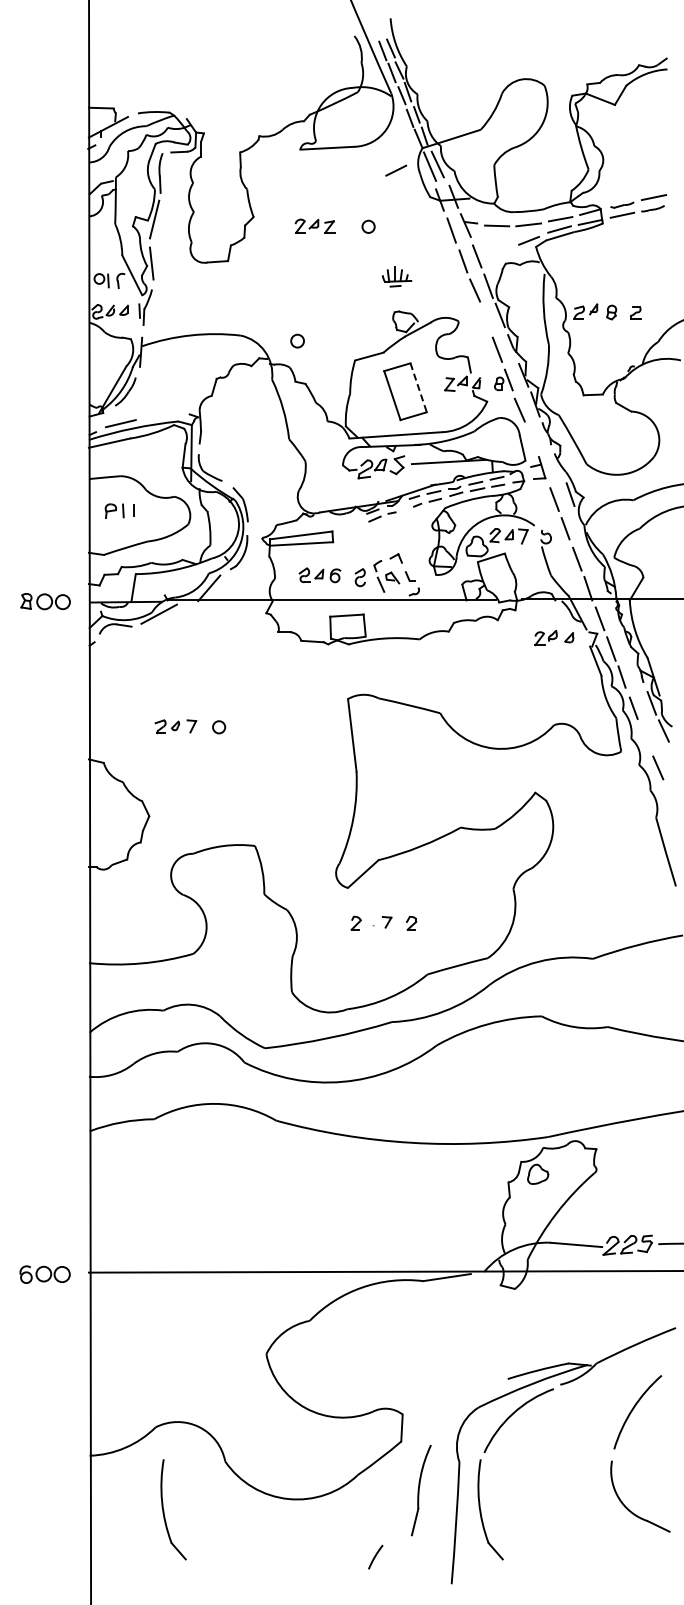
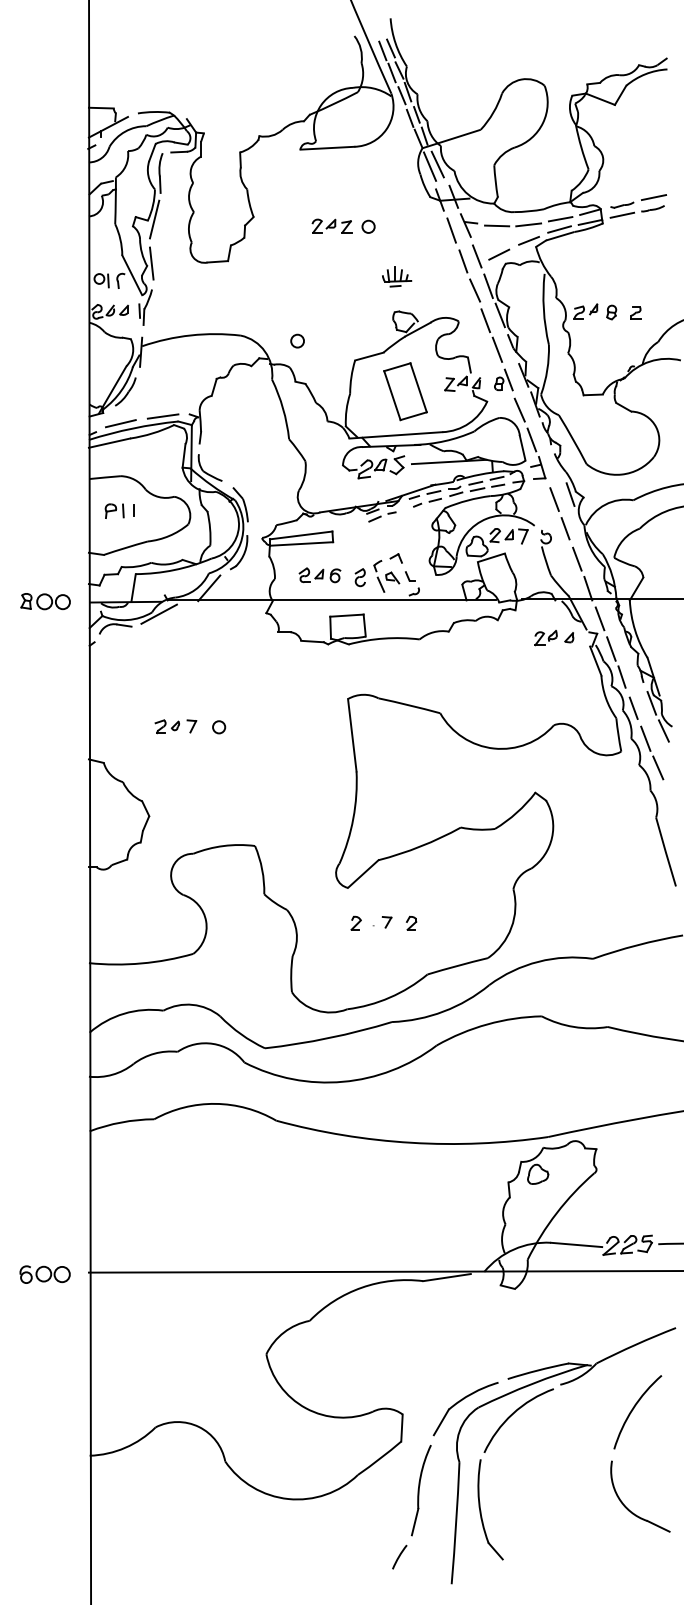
line at (396, 170) position: (396, 170) -> (499, 254)
part at (314, 225) position: (314, 225) -> (331, 225)
line at (485, 320): none -> present
line at (418, 387): dashed -> solid
line at (162, 416): none -> present
line at (531, 439): none -> present
line at (645, 738): none -> present
part at (461, 1401): none -> present
part at (164, 1510): present -> none
arc at (375, 1556) position: (375, 1556) -> (399, 1556)
